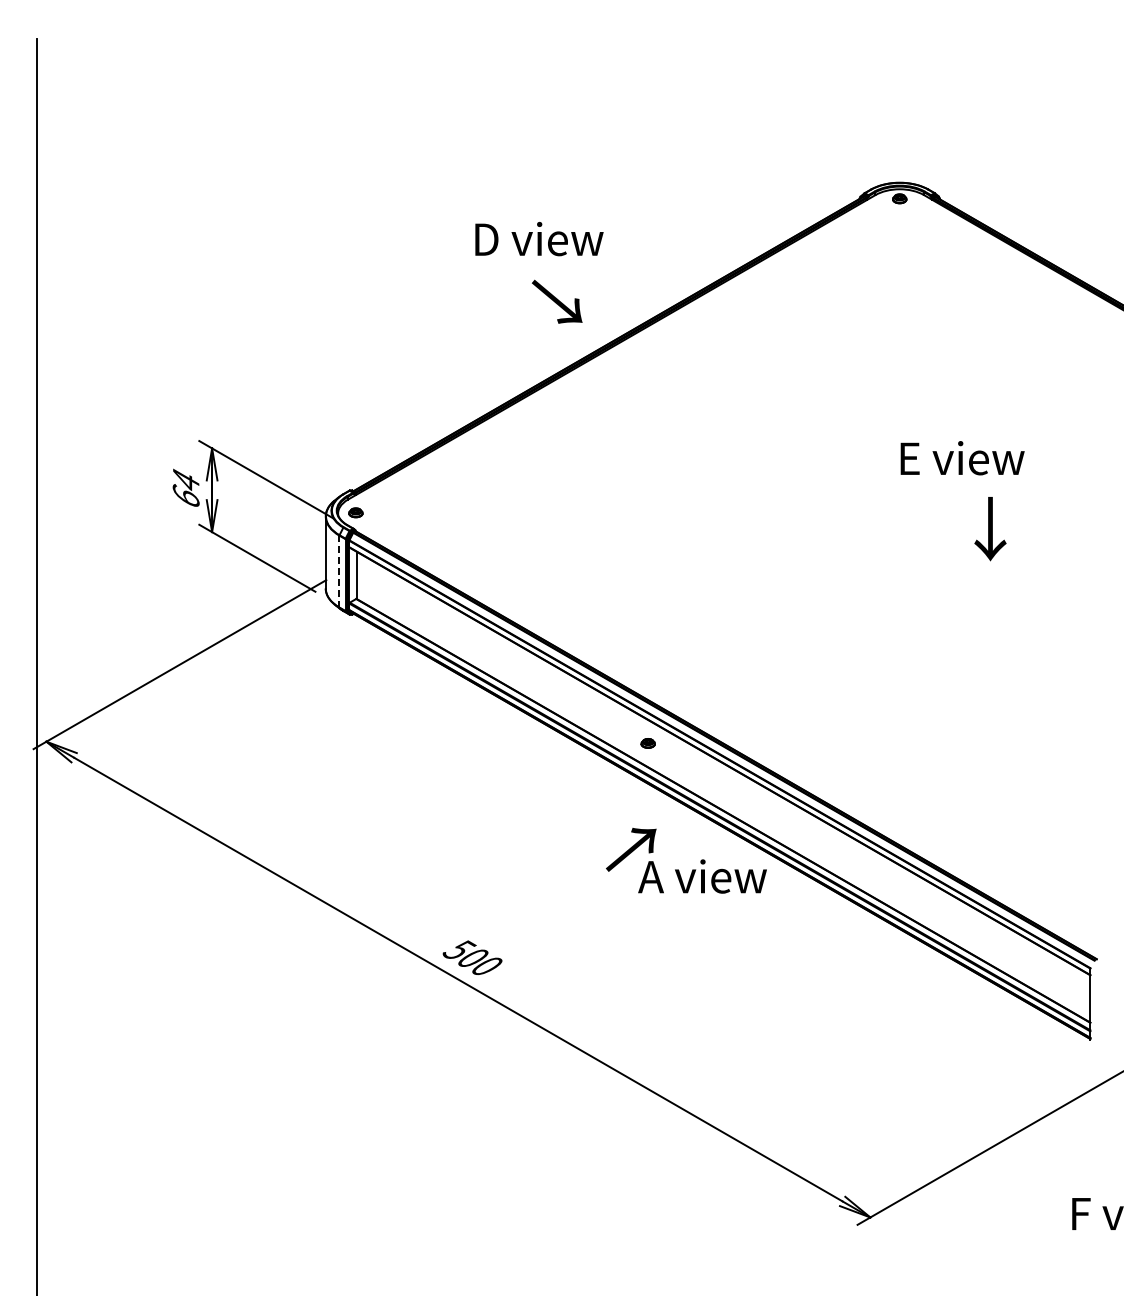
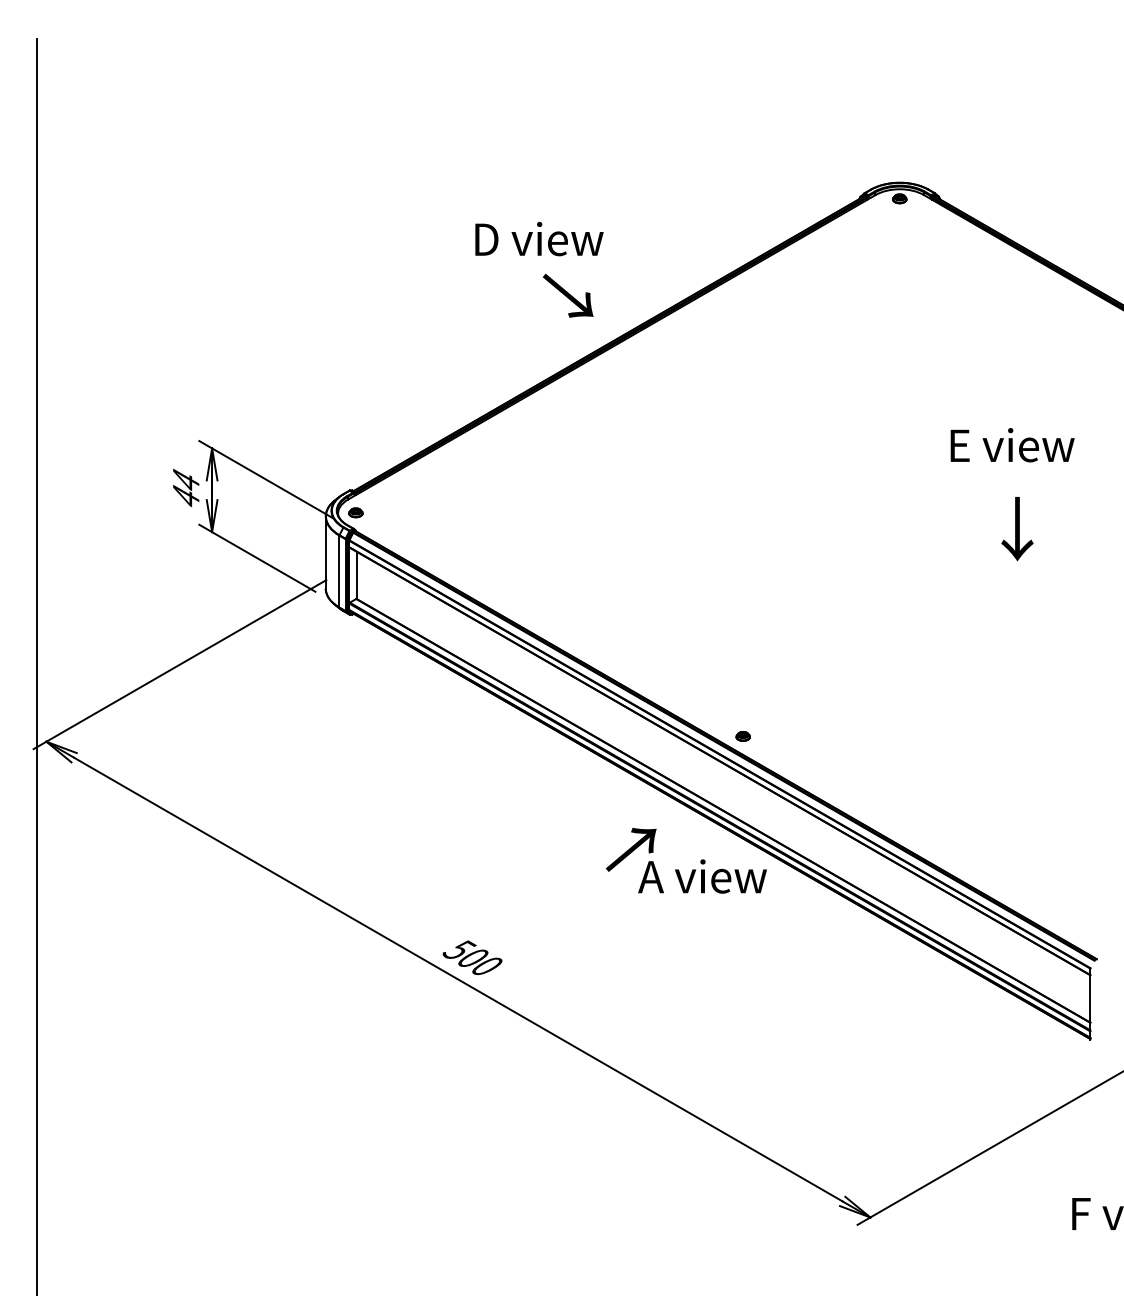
text at (557, 301) position: (557, 301) -> (568, 295)
text at (962, 458) position: (962, 458) -> (1012, 445)
text at (185, 495): 64 -> 44
text at (990, 529) position: (990, 529) -> (1017, 529)
line at (339, 571): dashed -> solid
part at (647, 743) position: (647, 743) -> (742, 736)
